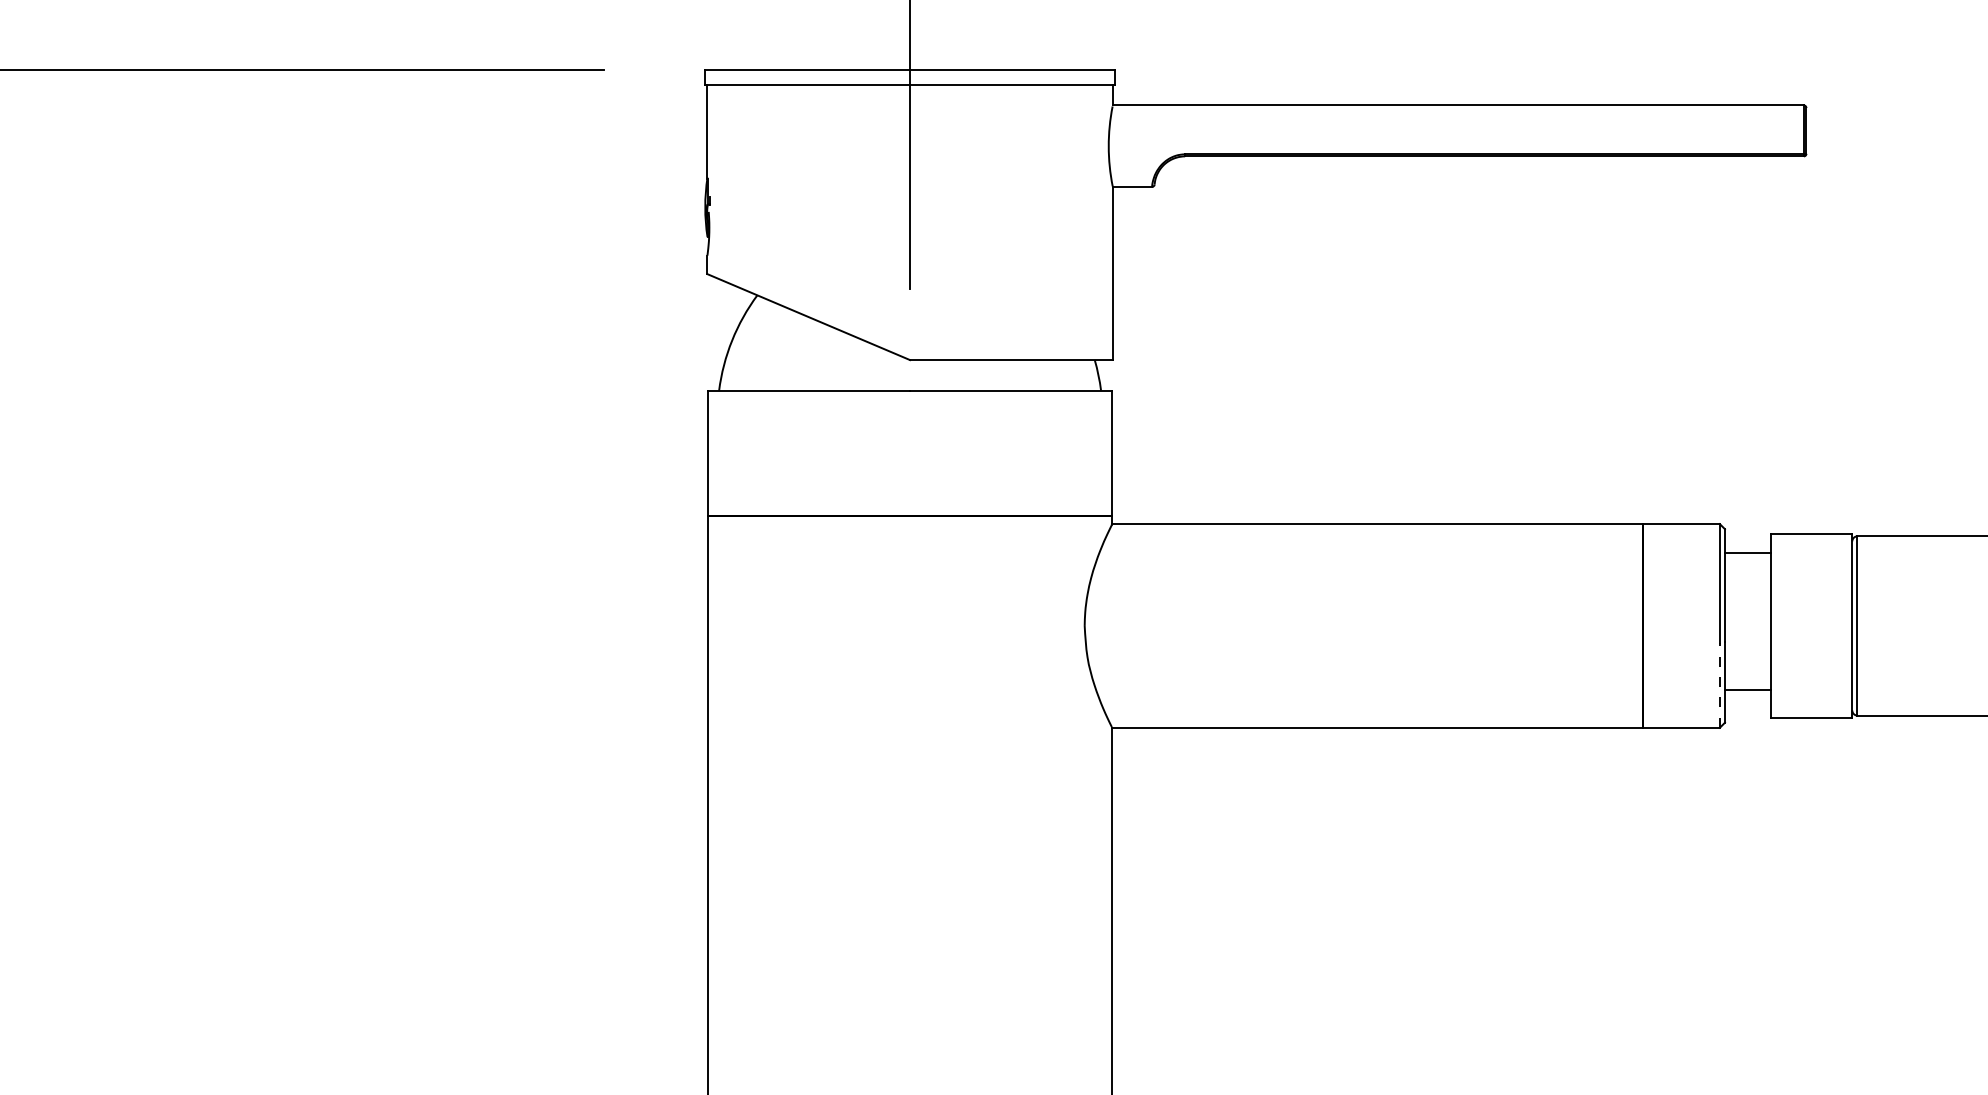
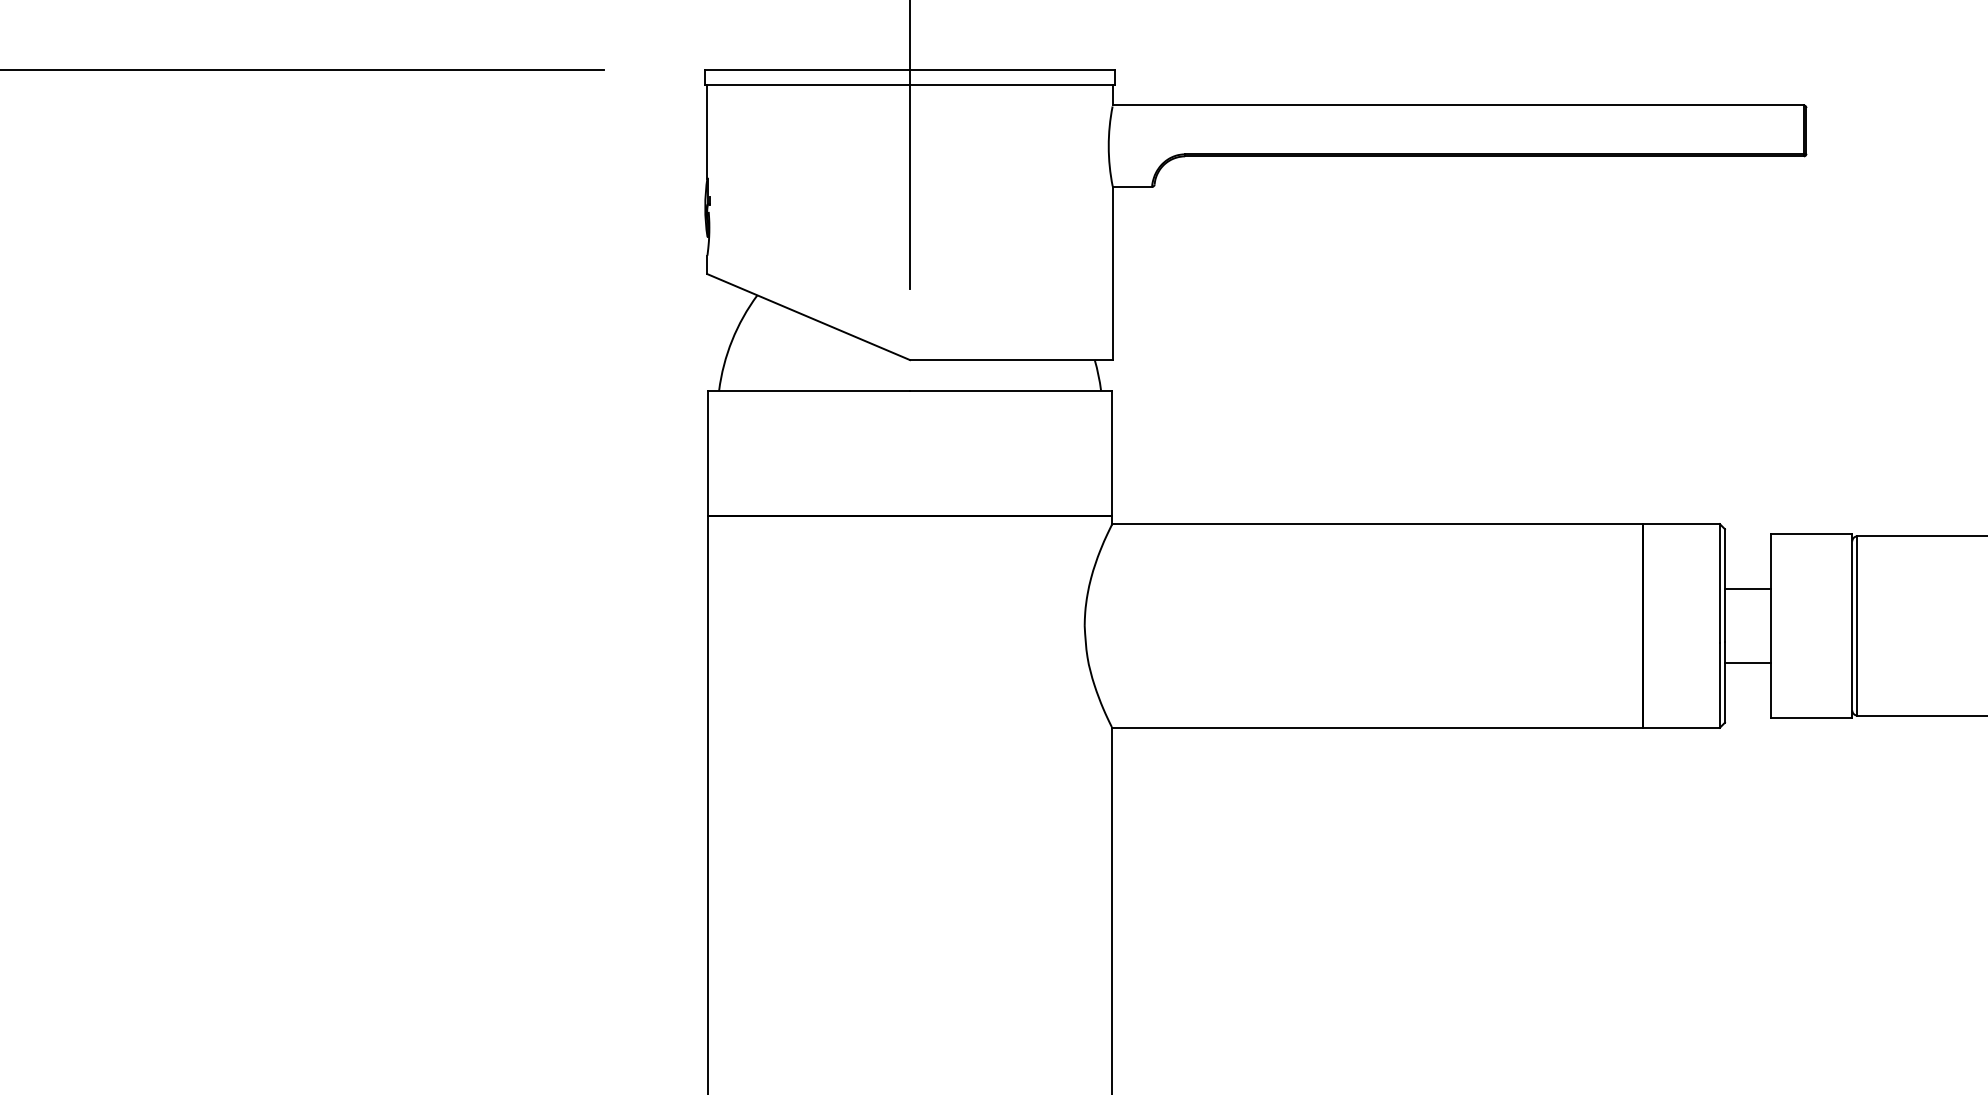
line at (1747, 553) position: (1747, 553) -> (1747, 589)
line at (1719, 685): dashed -> solid
line at (1747, 689) position: (1747, 689) -> (1747, 662)
